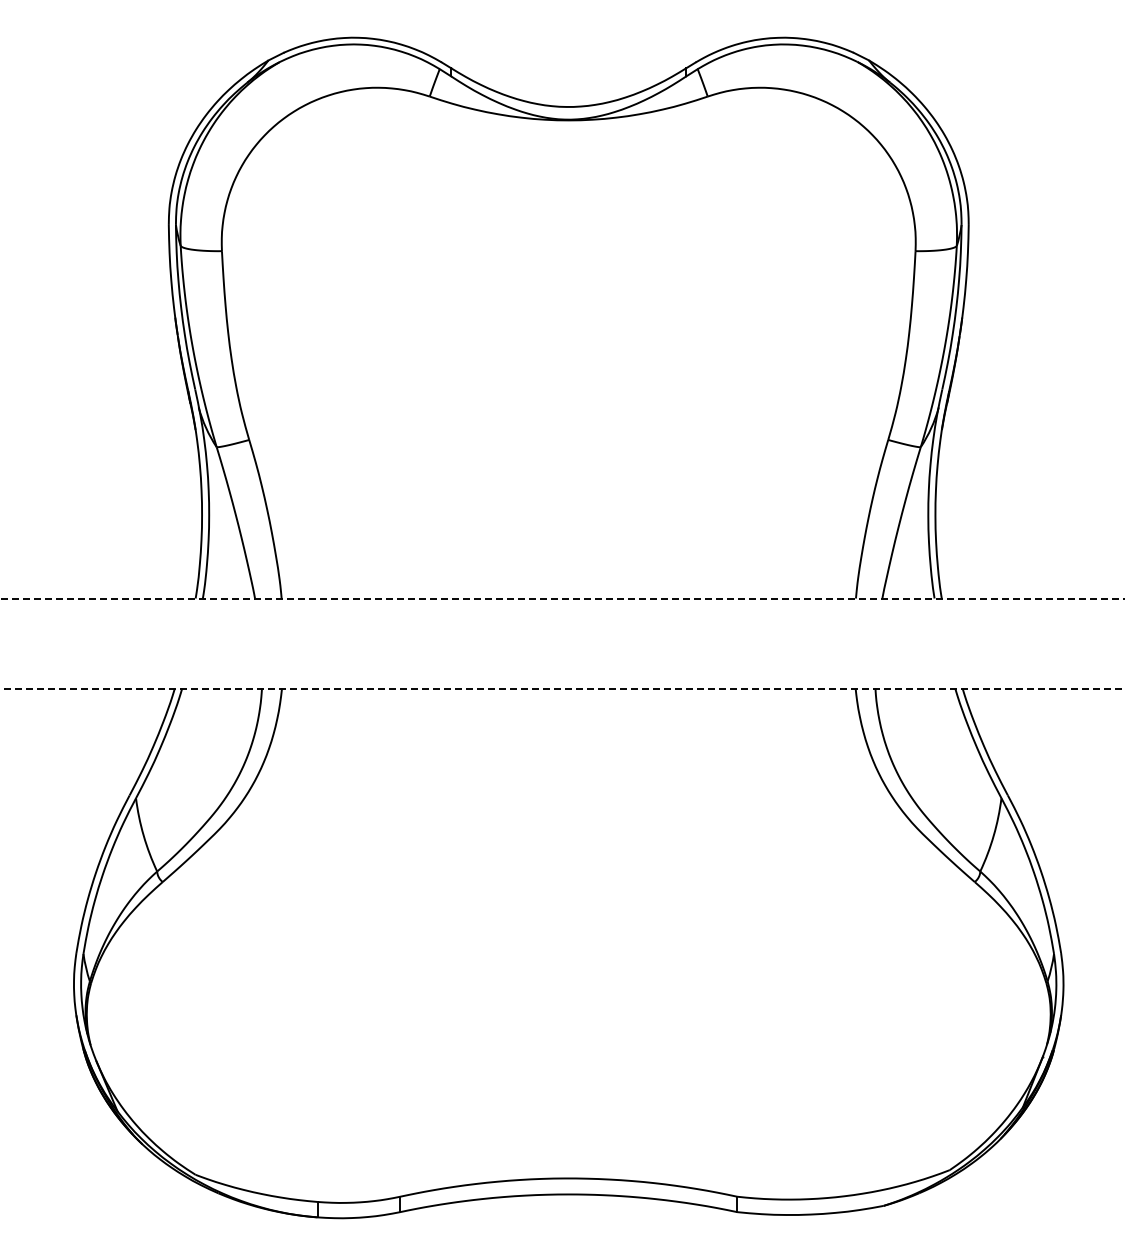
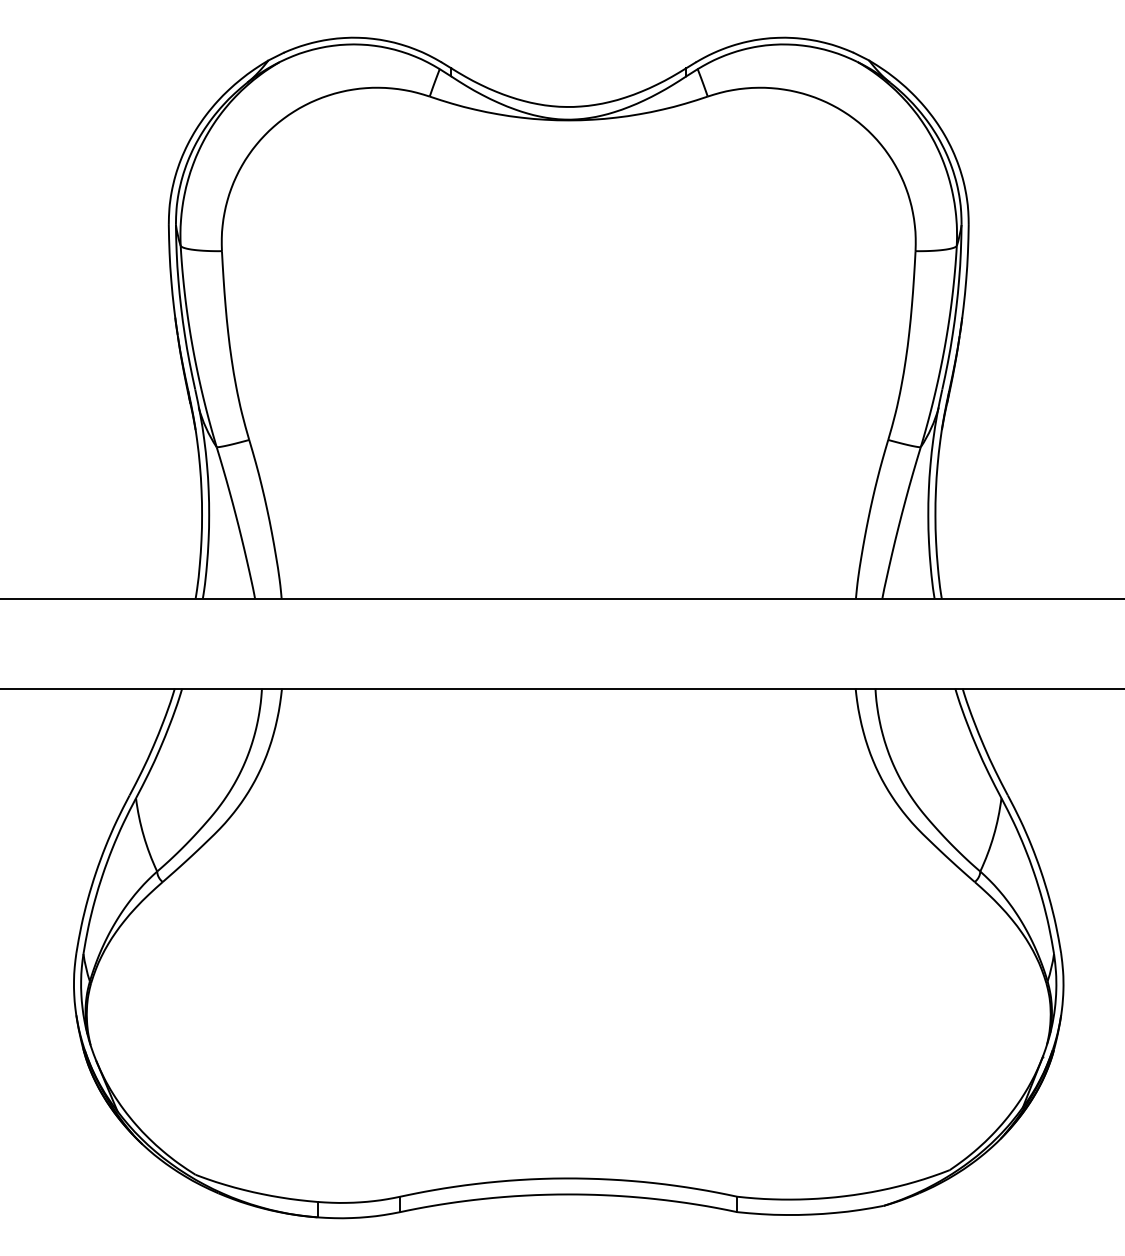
line at (561, 598): dashed -> solid
line at (562, 688): dashed -> solid
